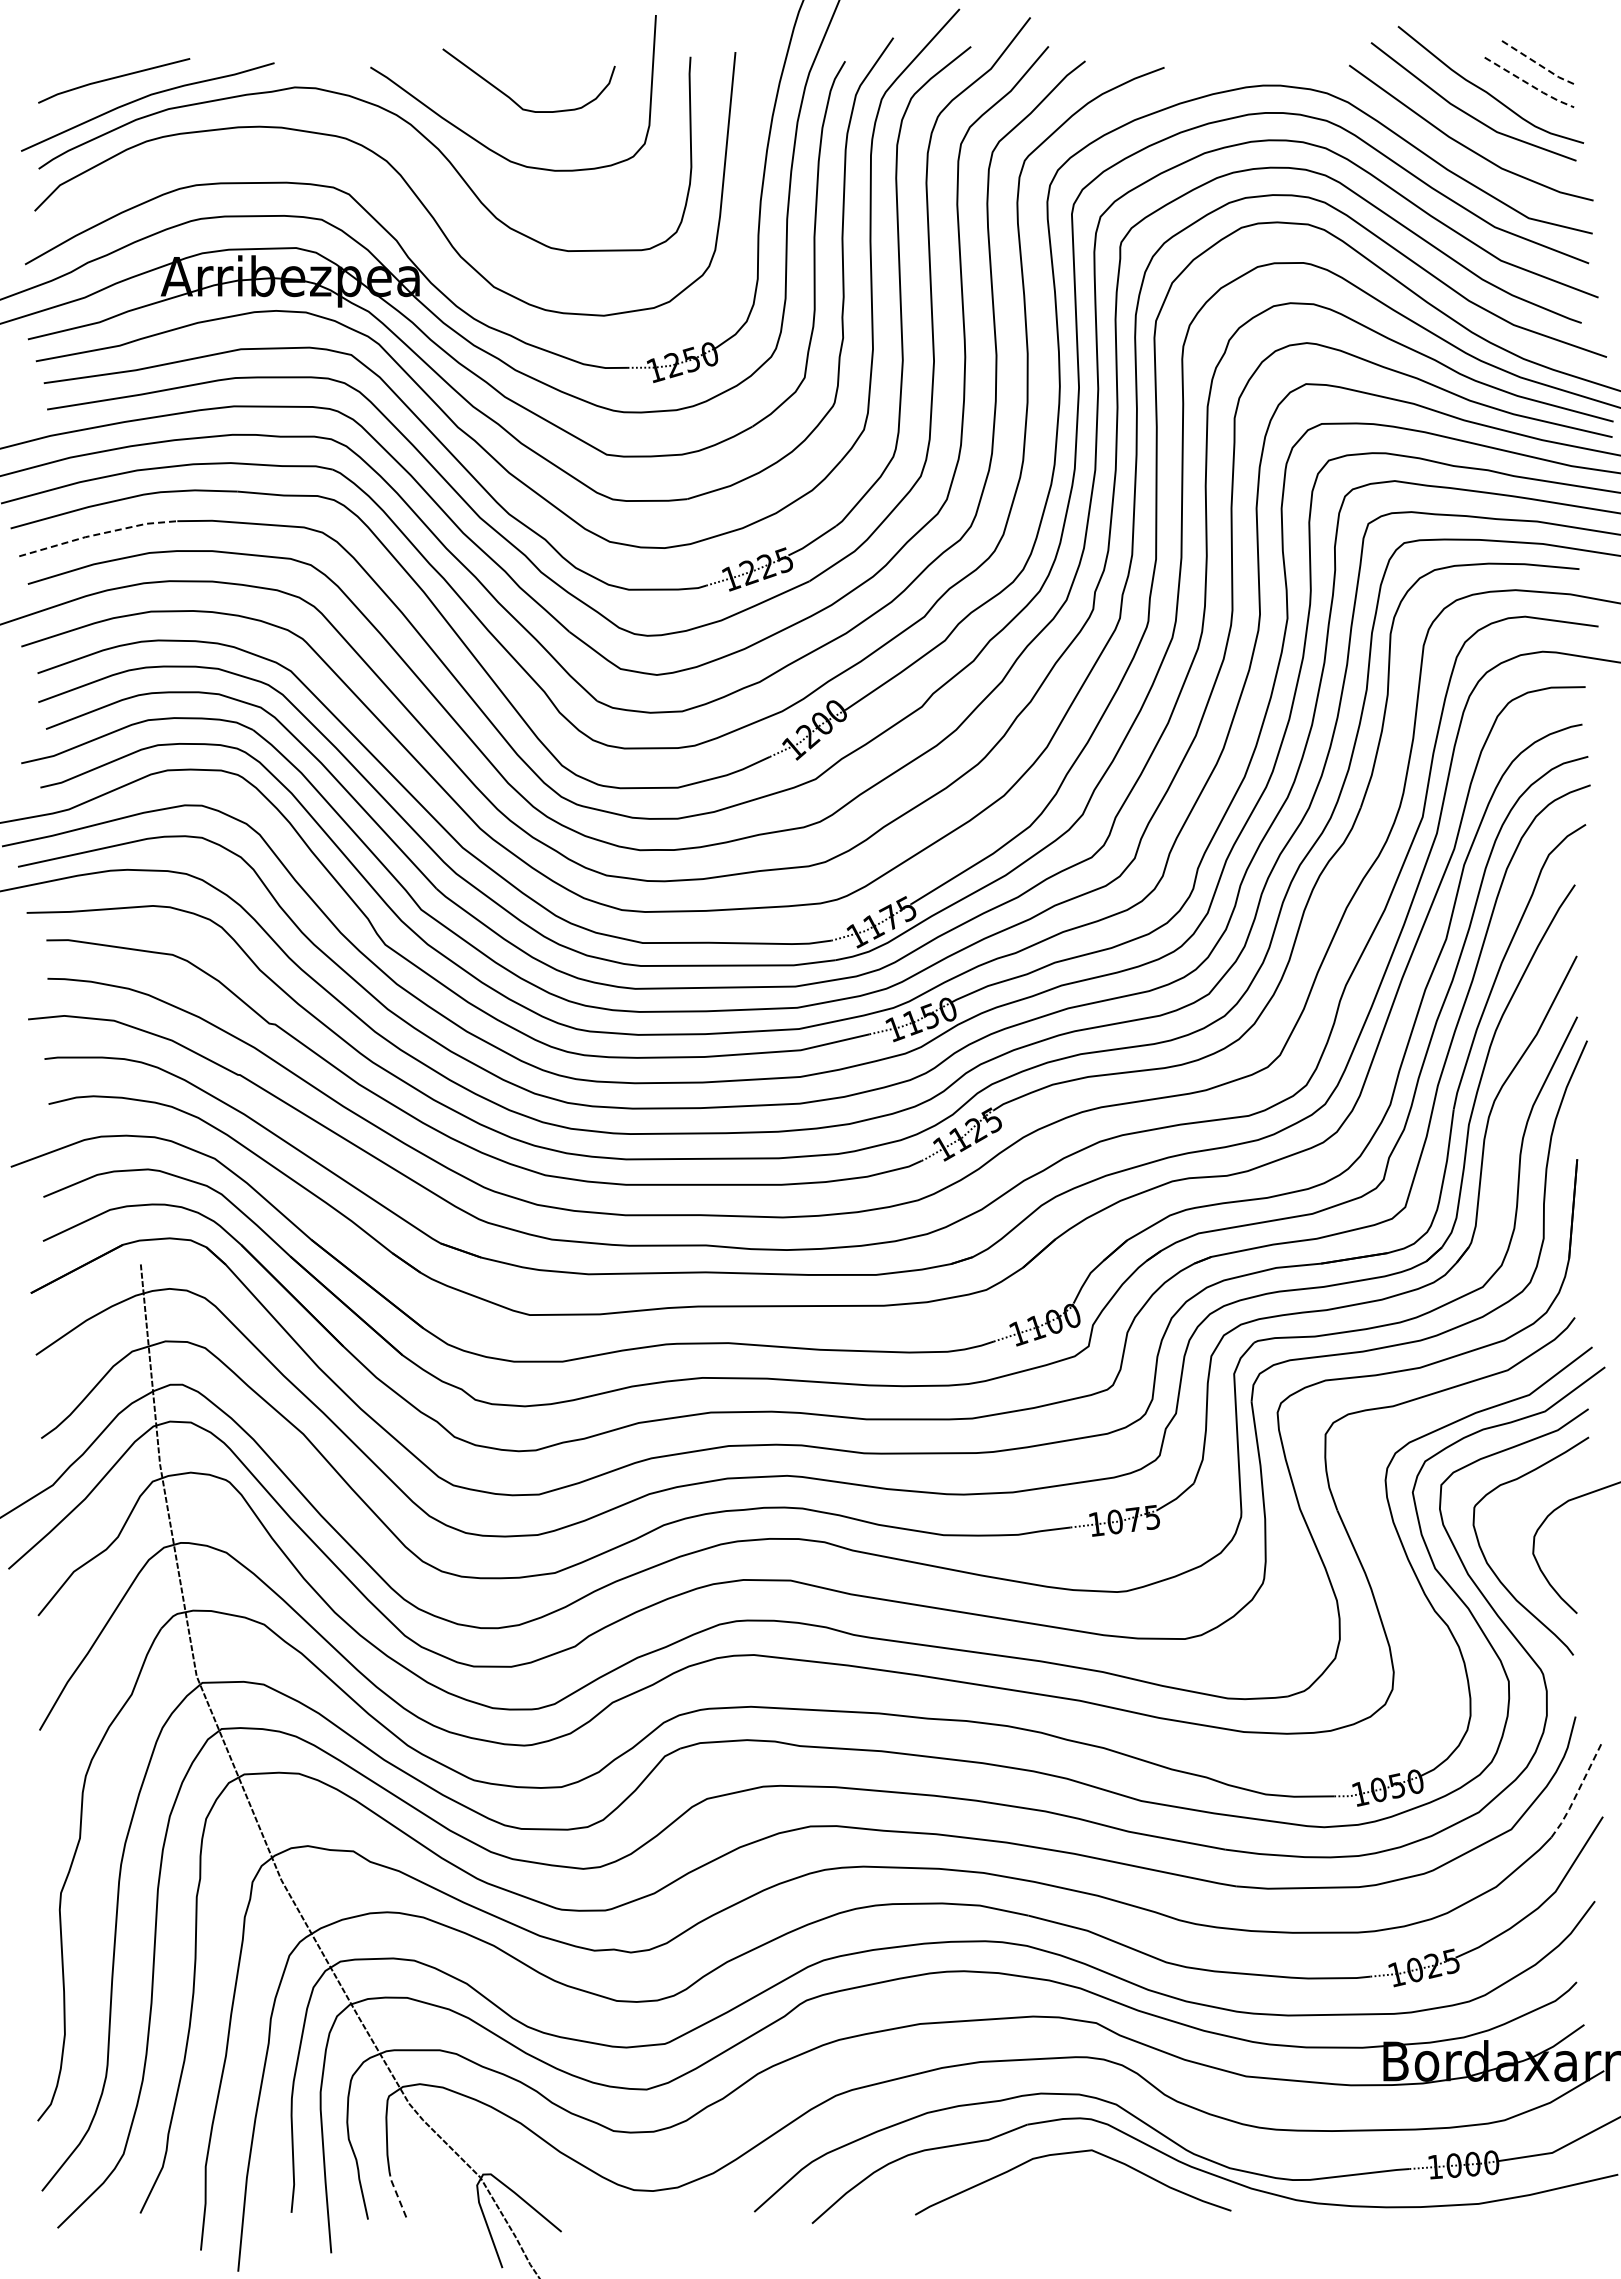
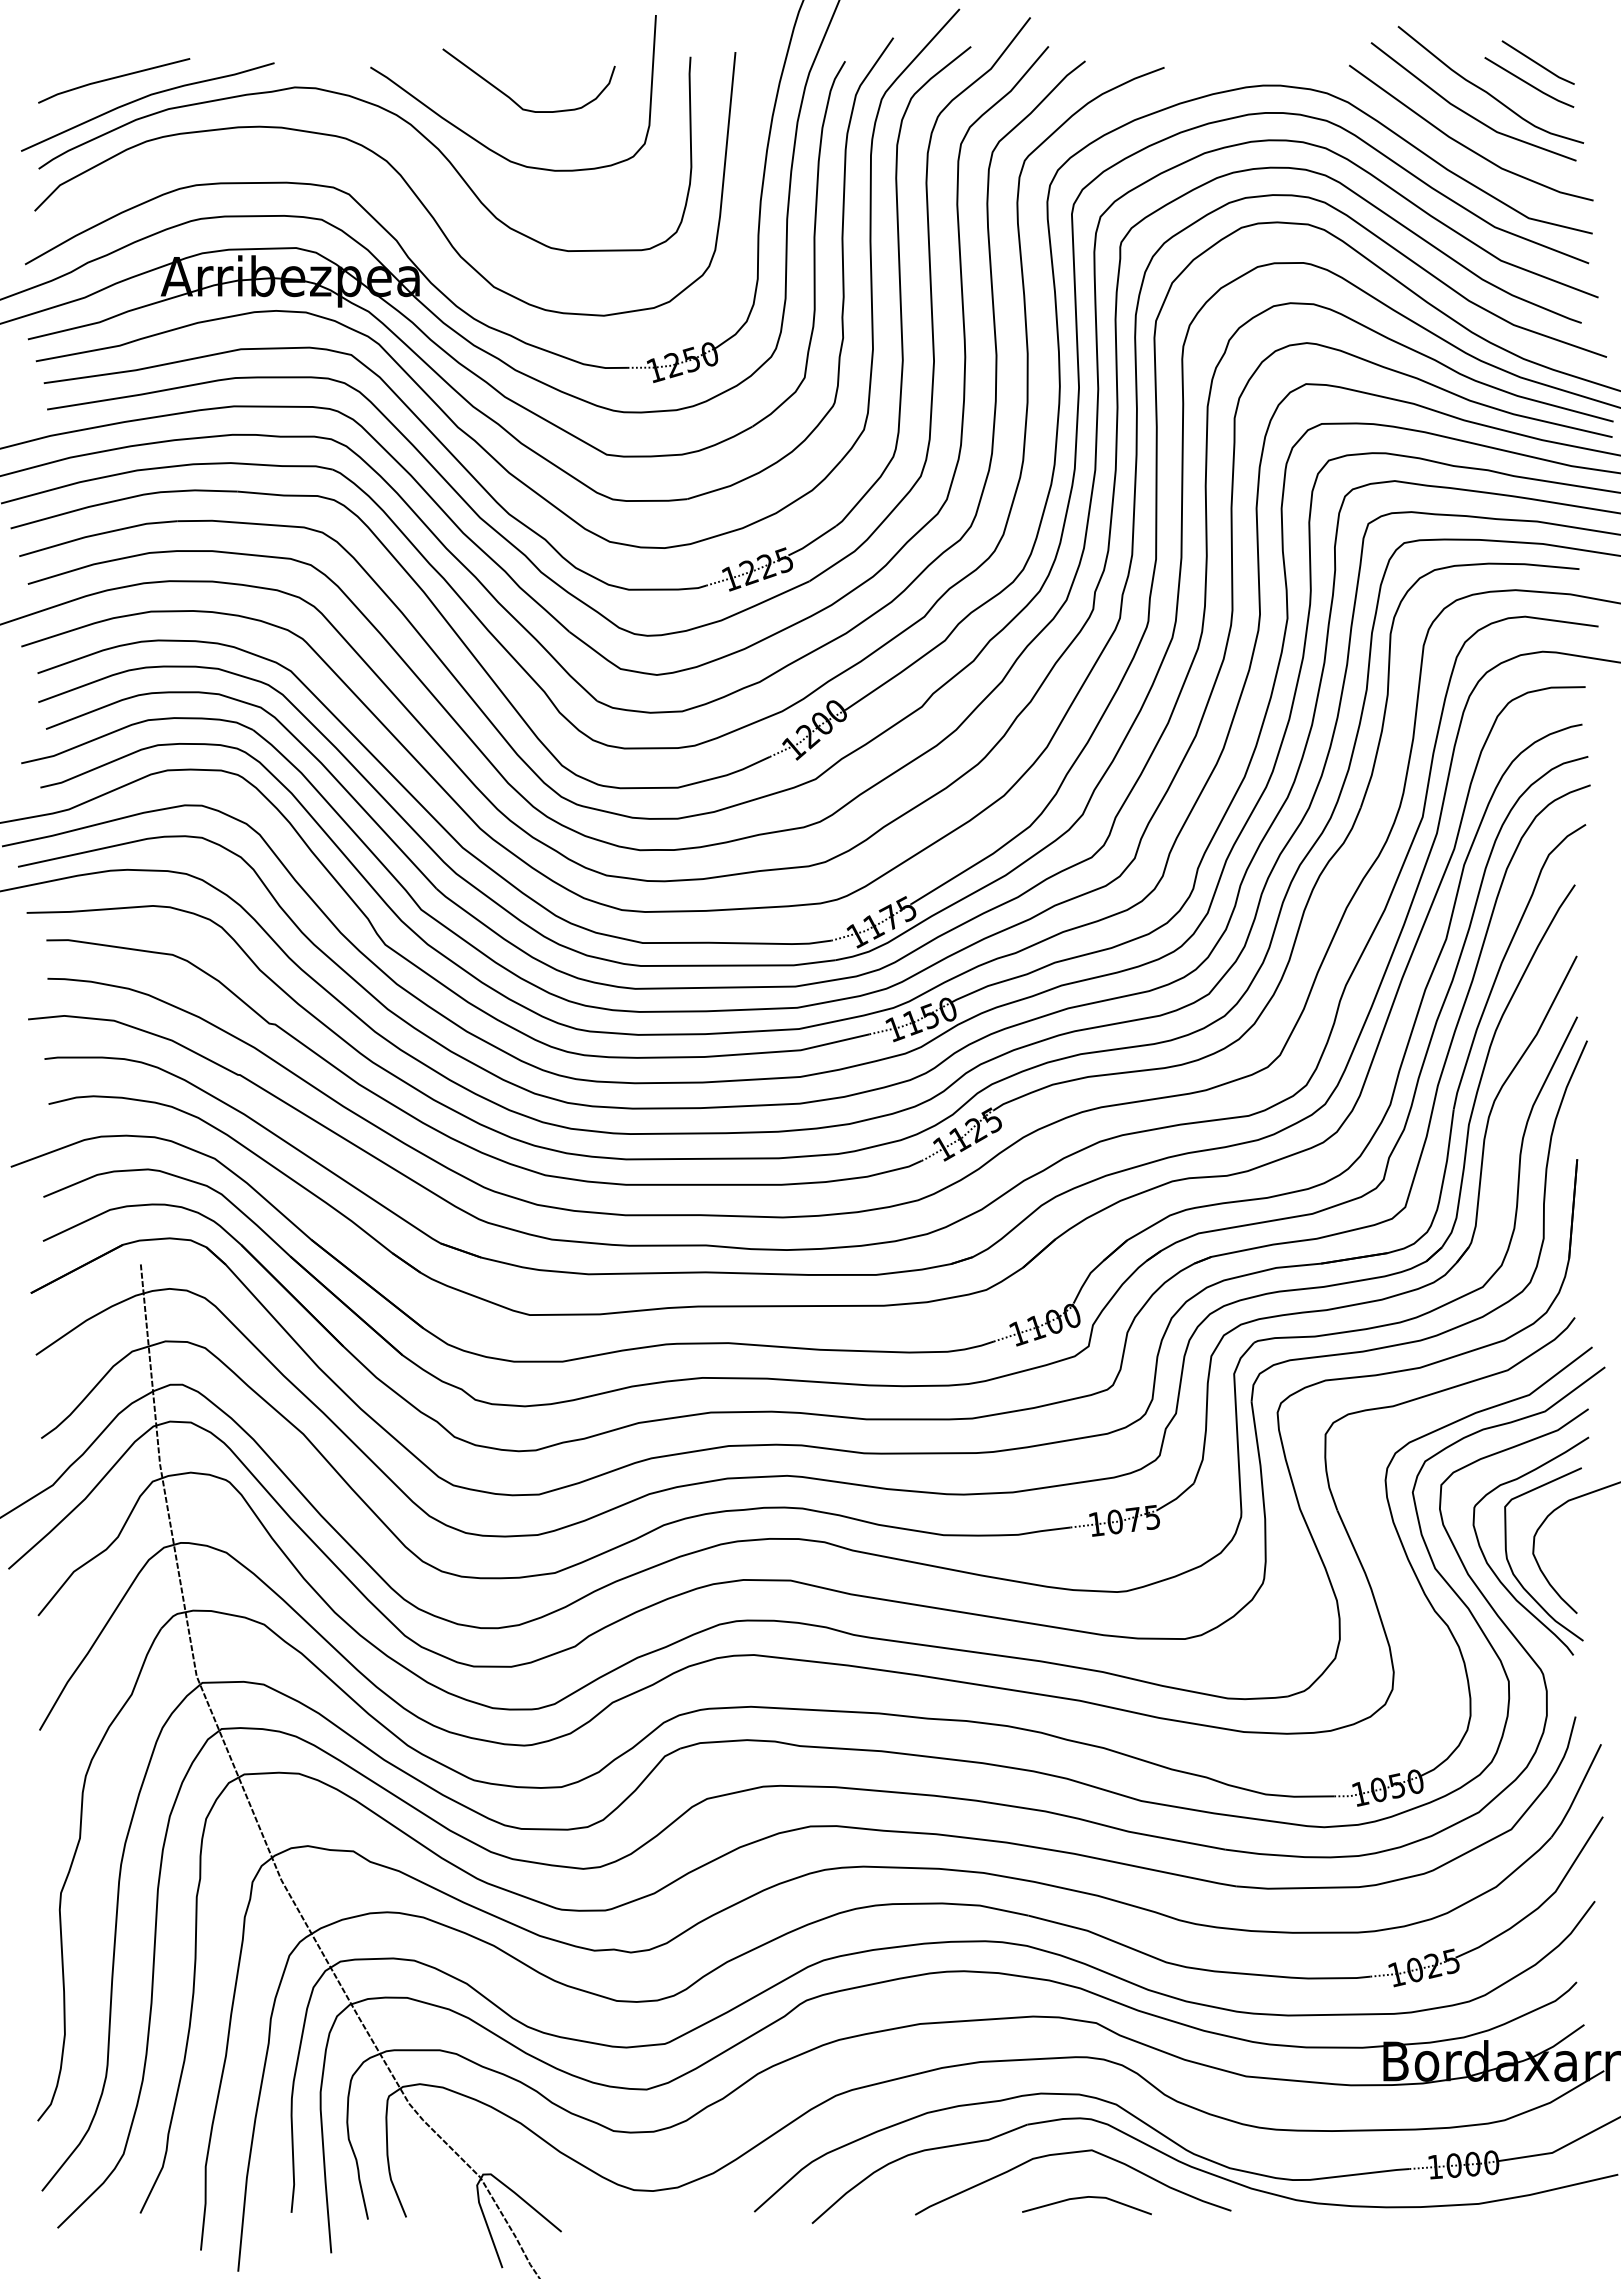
line at (1538, 64): dashed -> solid
line at (1530, 85): dashed -> solid
line at (97, 534): dashed -> solid
curve at (1511, 1566): none -> present
line at (1577, 1793): dashed -> solid
line at (396, 2193): dashed -> solid
line at (1085, 2198): none -> present
